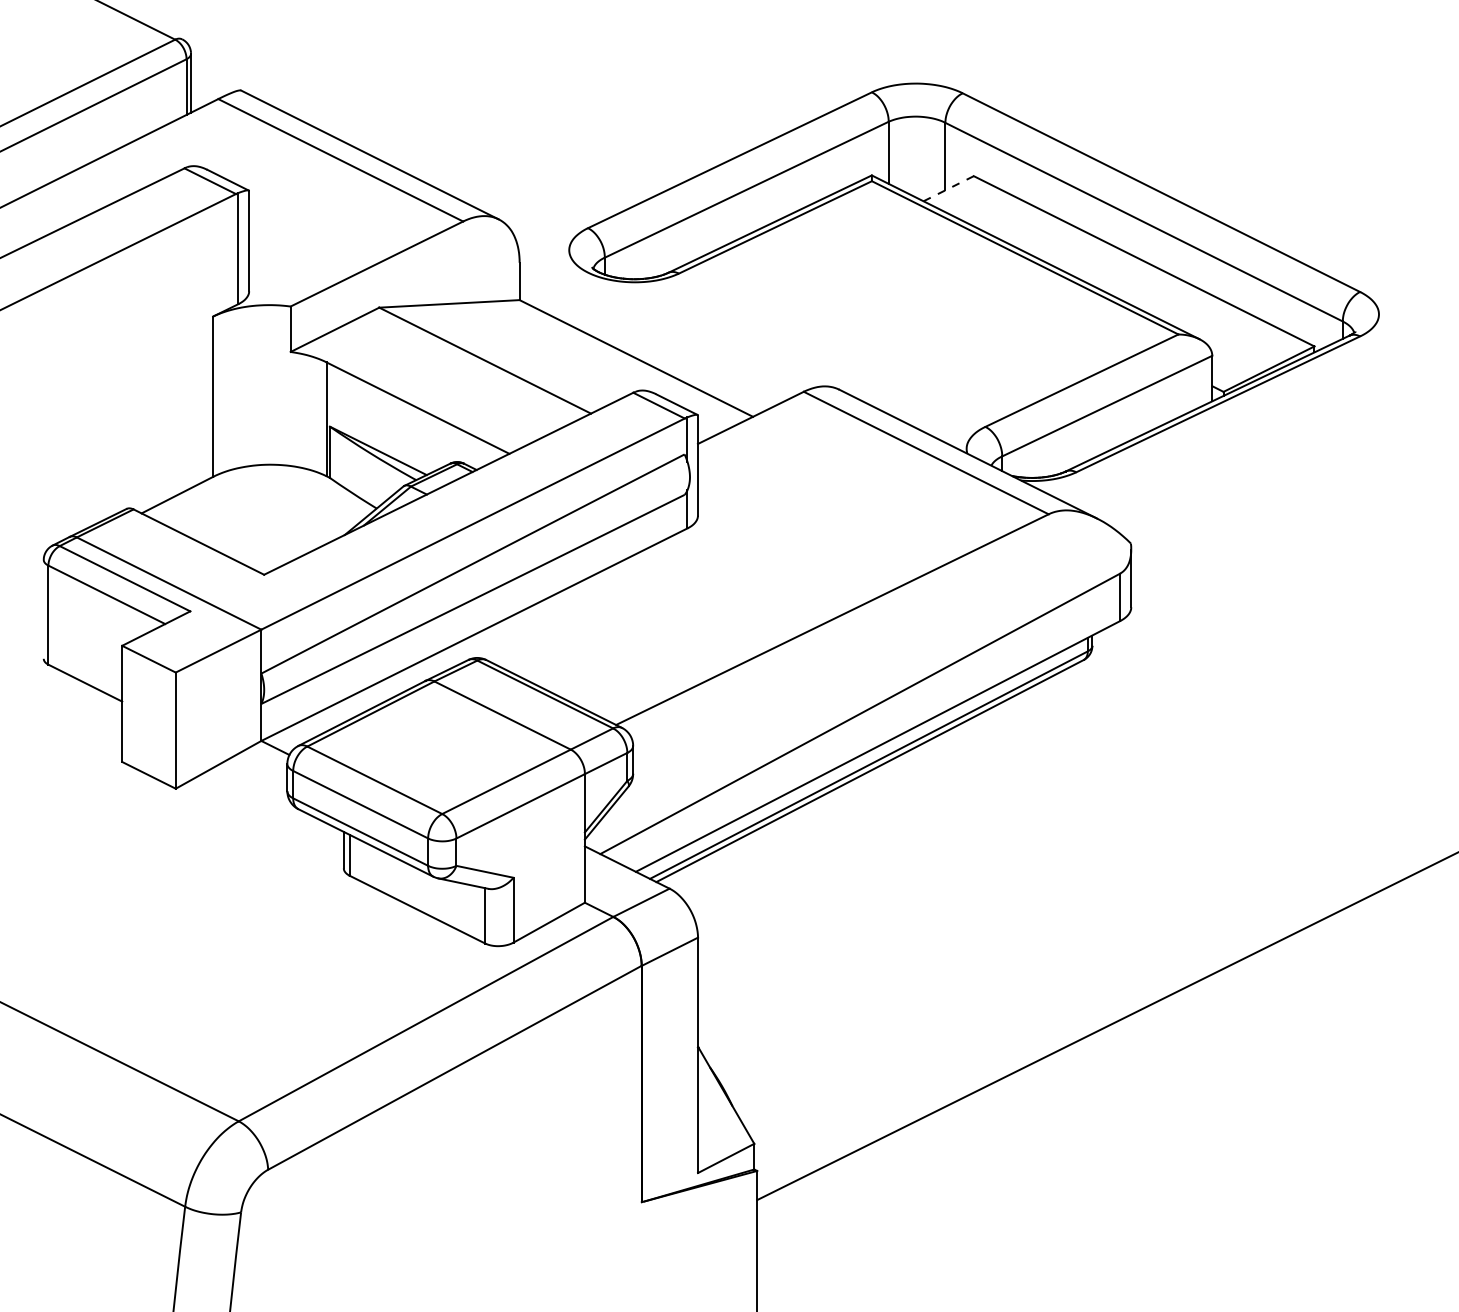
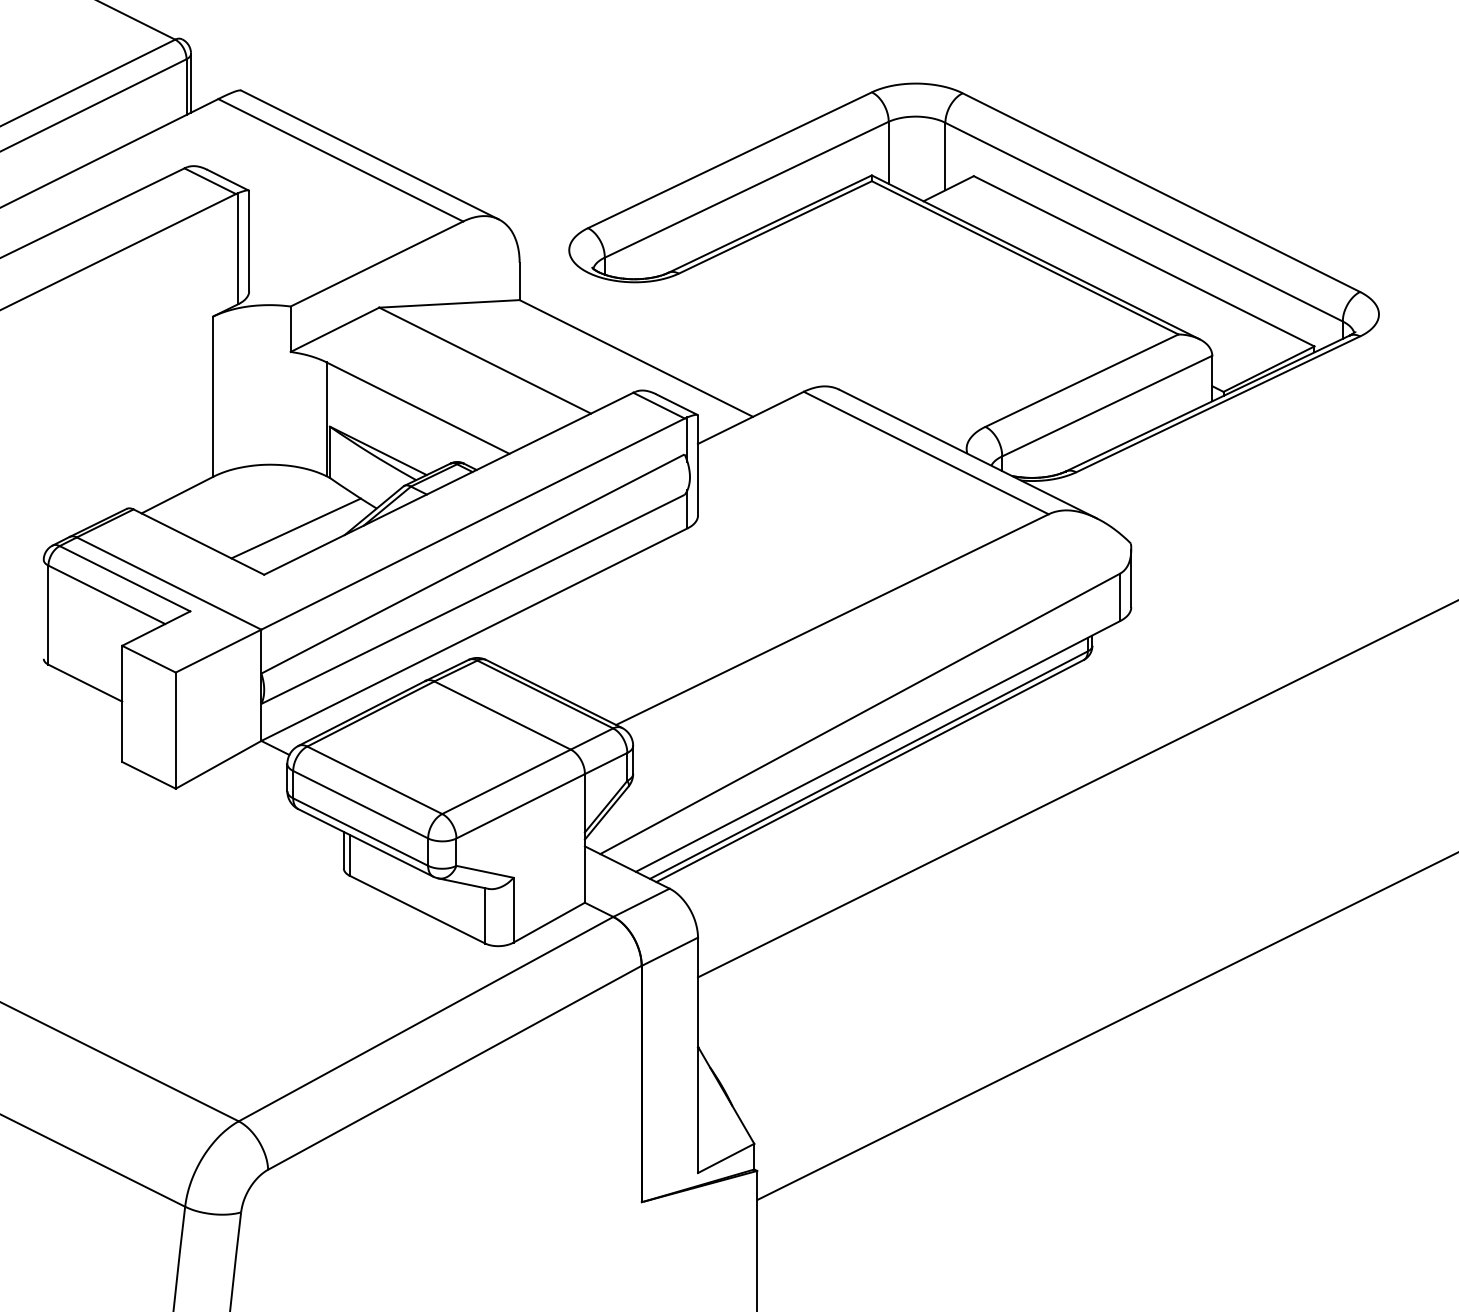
line at (948, 188): dashed -> solid
line at (295, 528): none -> present
line at (1076, 789): none -> present
